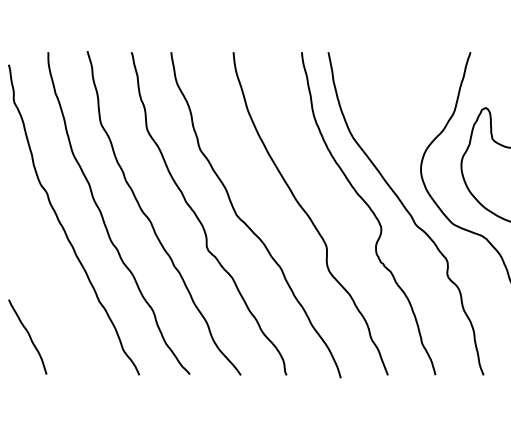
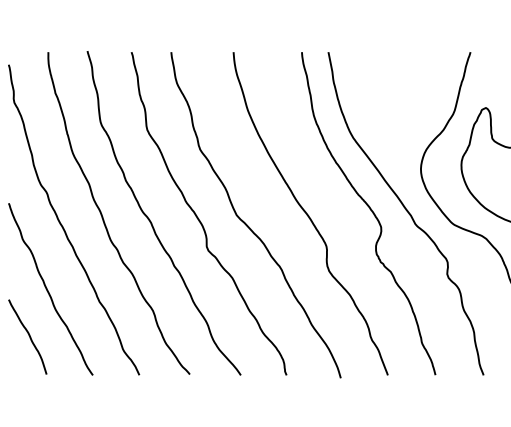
curve at (48, 290): none -> present
